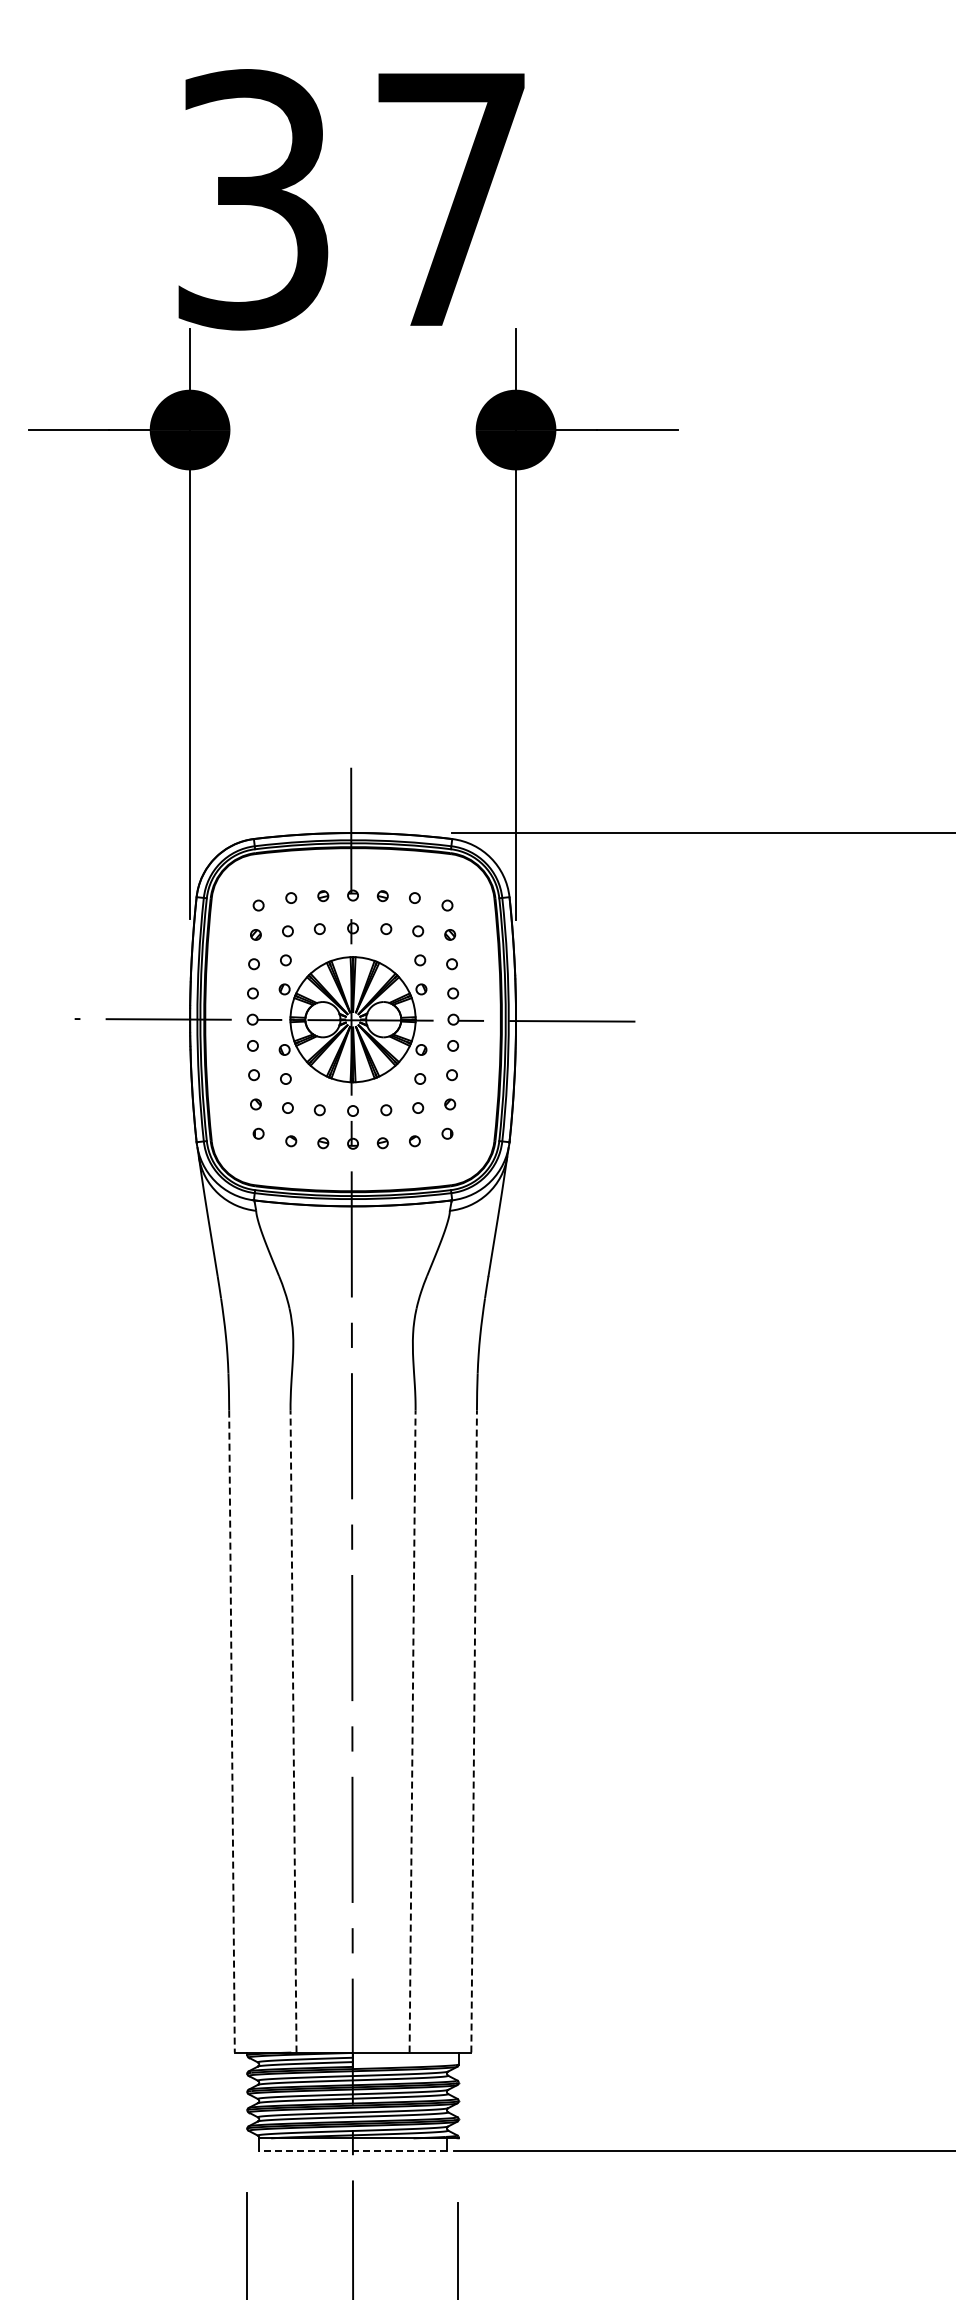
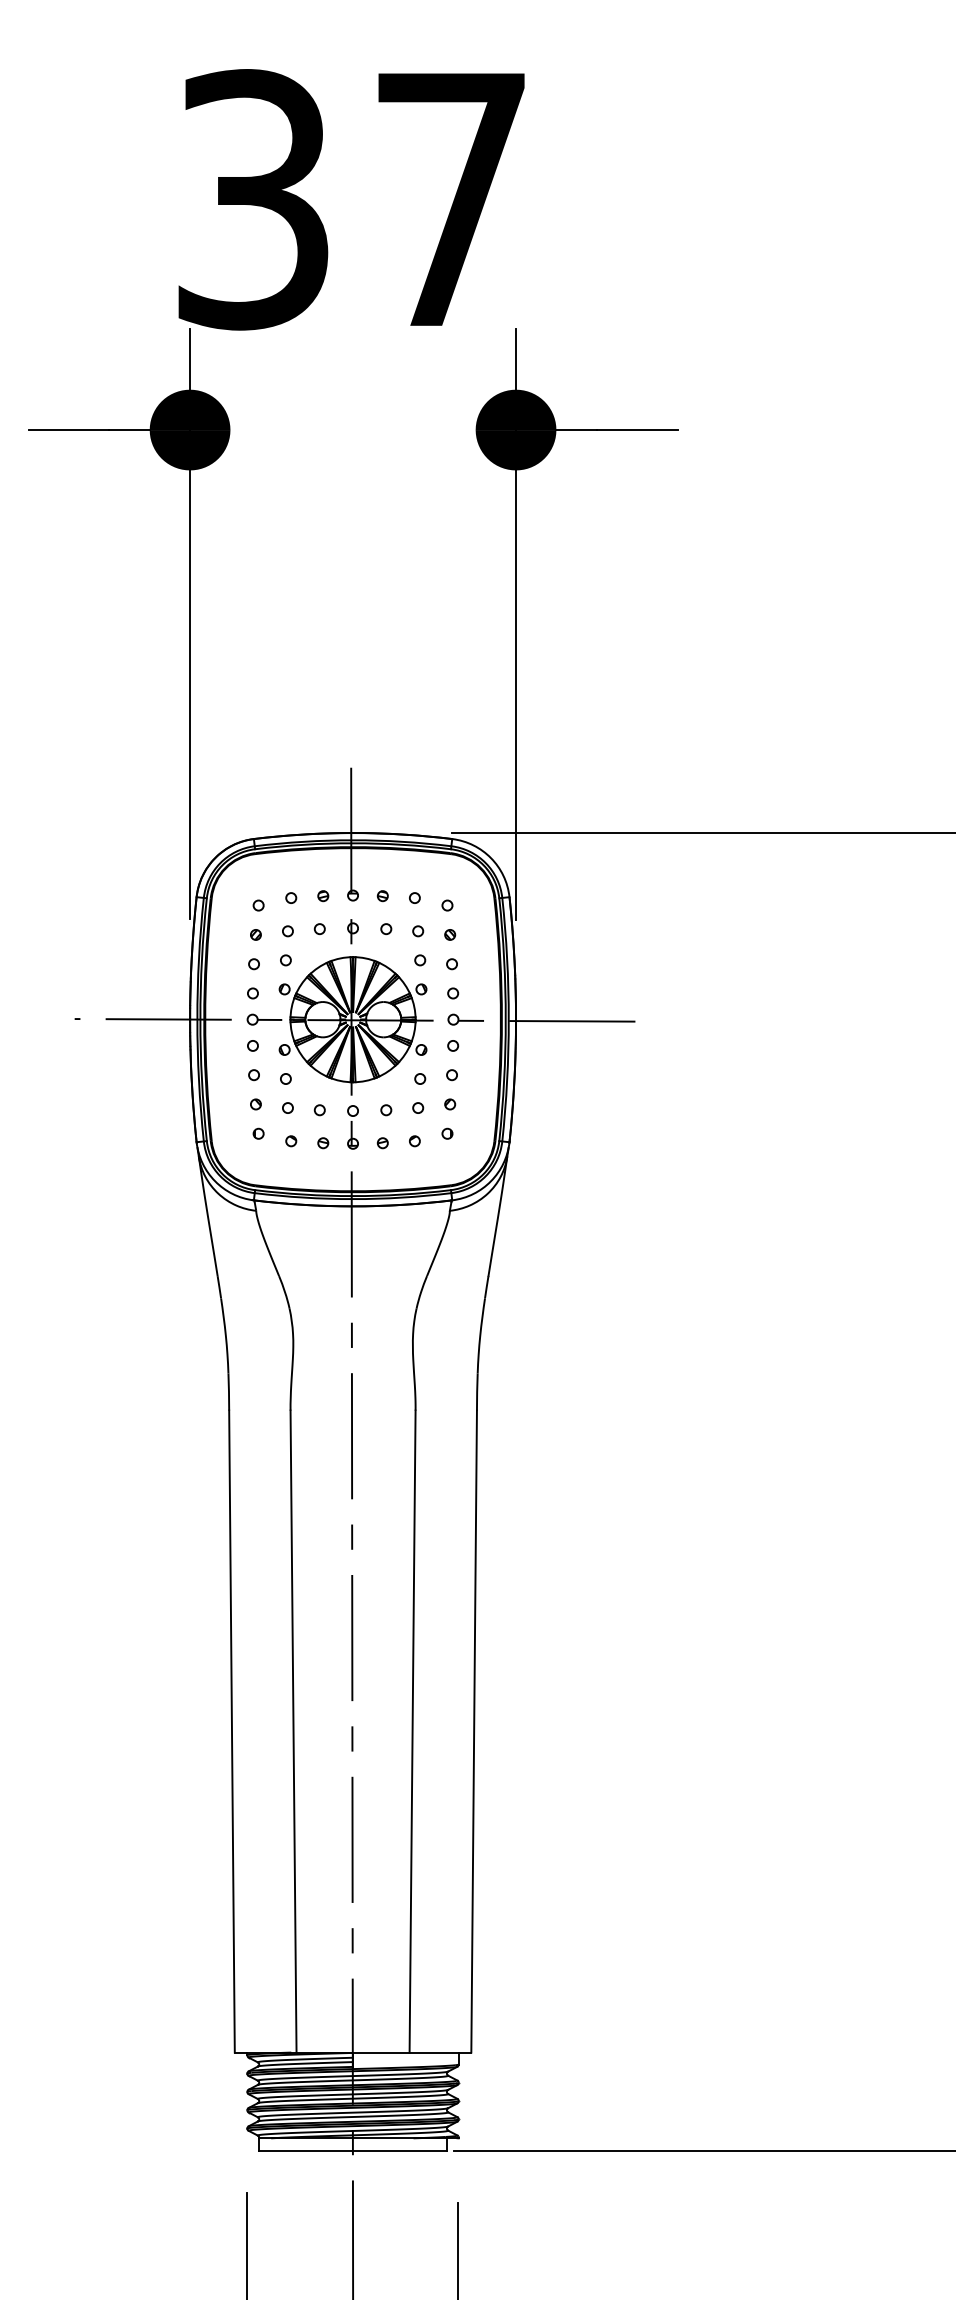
line at (231, 1731): dashed -> solid
line at (293, 1731): dashed -> solid
line at (412, 1731): dashed -> solid
line at (474, 1731): dashed -> solid
line at (353, 2151): dashed -> solid
